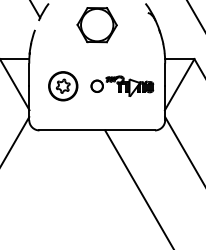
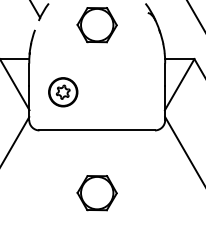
part at (122, 85): present -> none
part at (63, 86) position: (63, 86) -> (63, 92)
line at (138, 188): present -> none
part at (96, 193): none -> present
